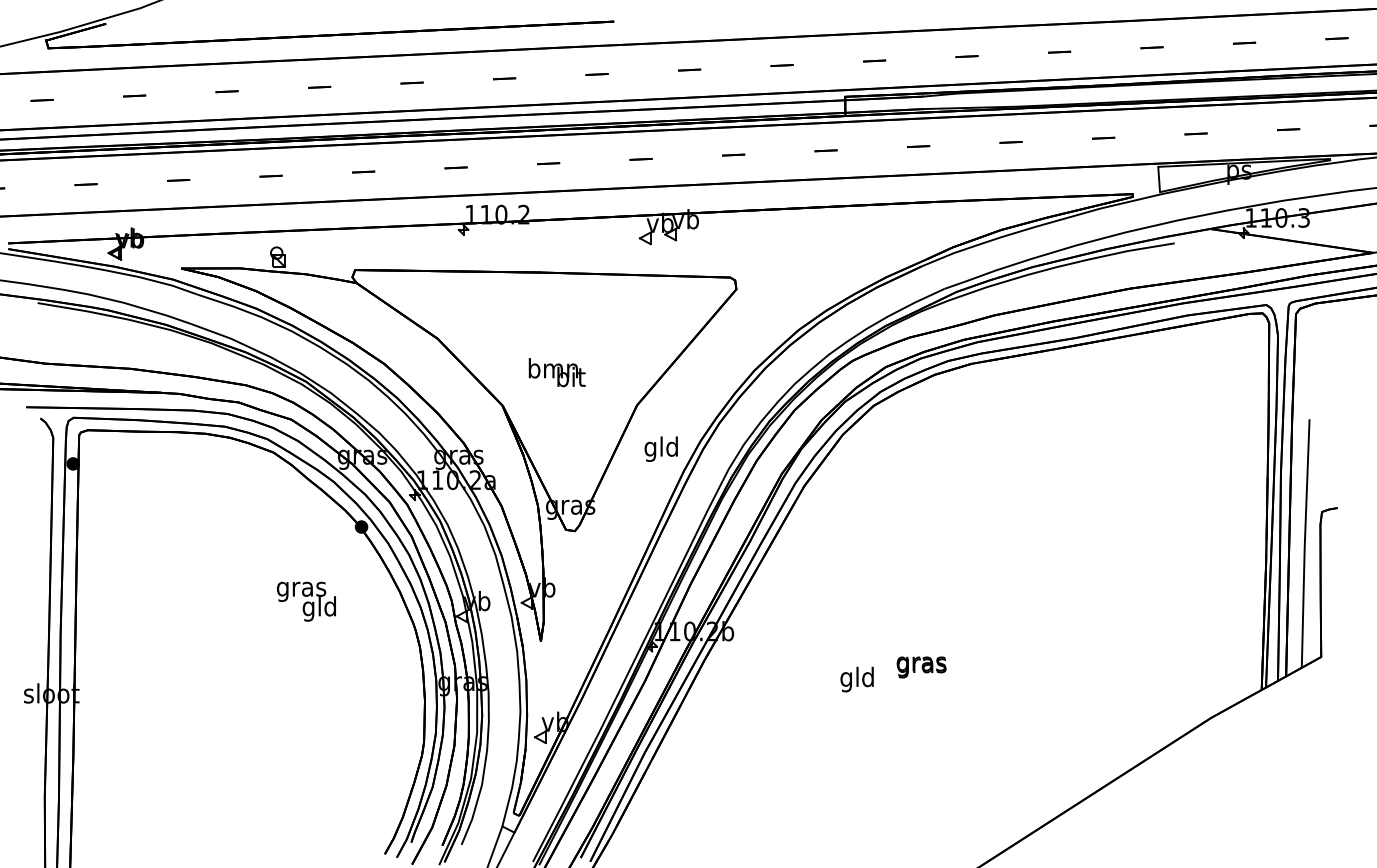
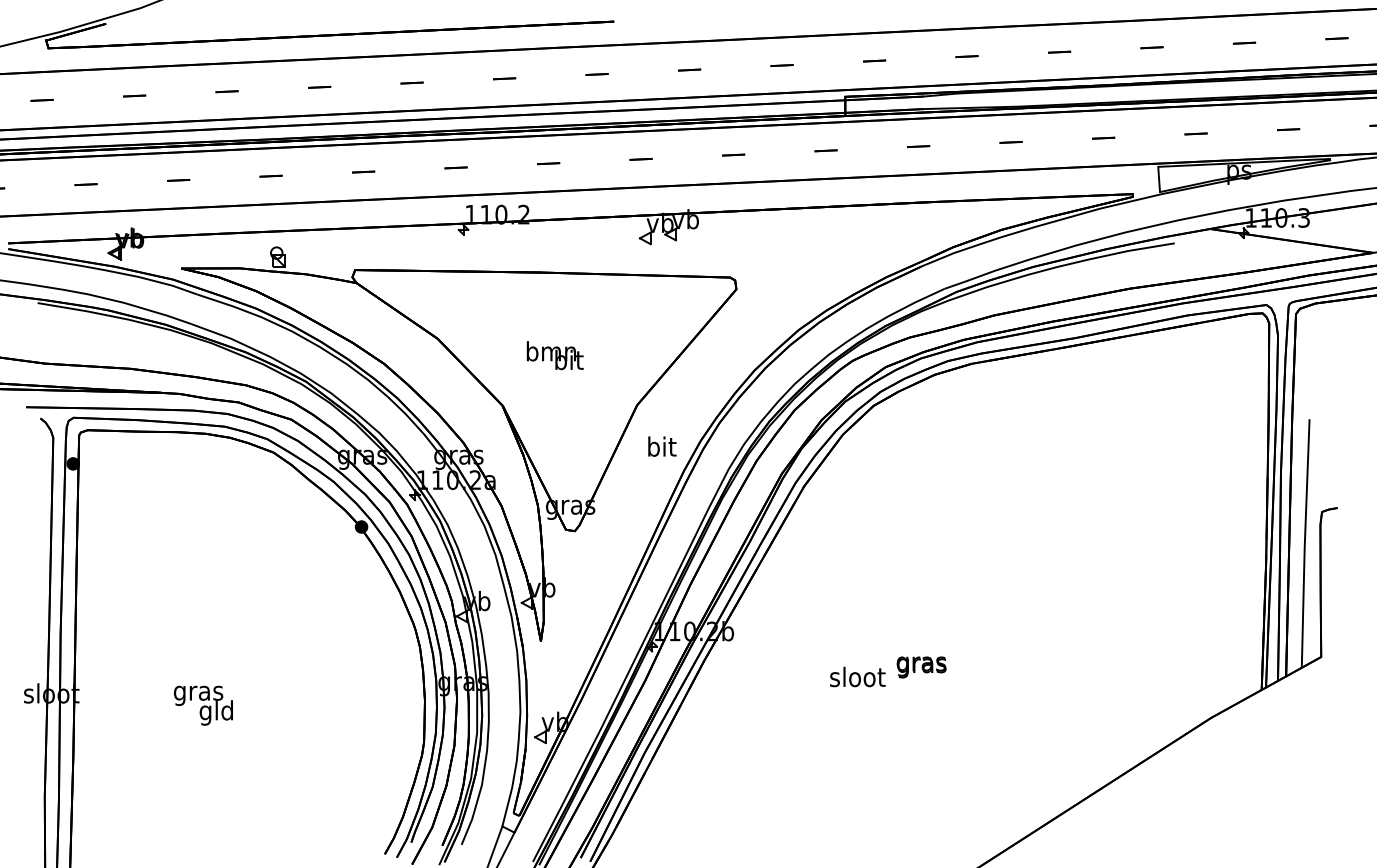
text at (556, 372) position: (556, 372) -> (554, 355)
text at (660, 448): gld -> bit
text at (306, 601) position: (306, 601) -> (203, 705)
text at (857, 679): gld -> sloot
